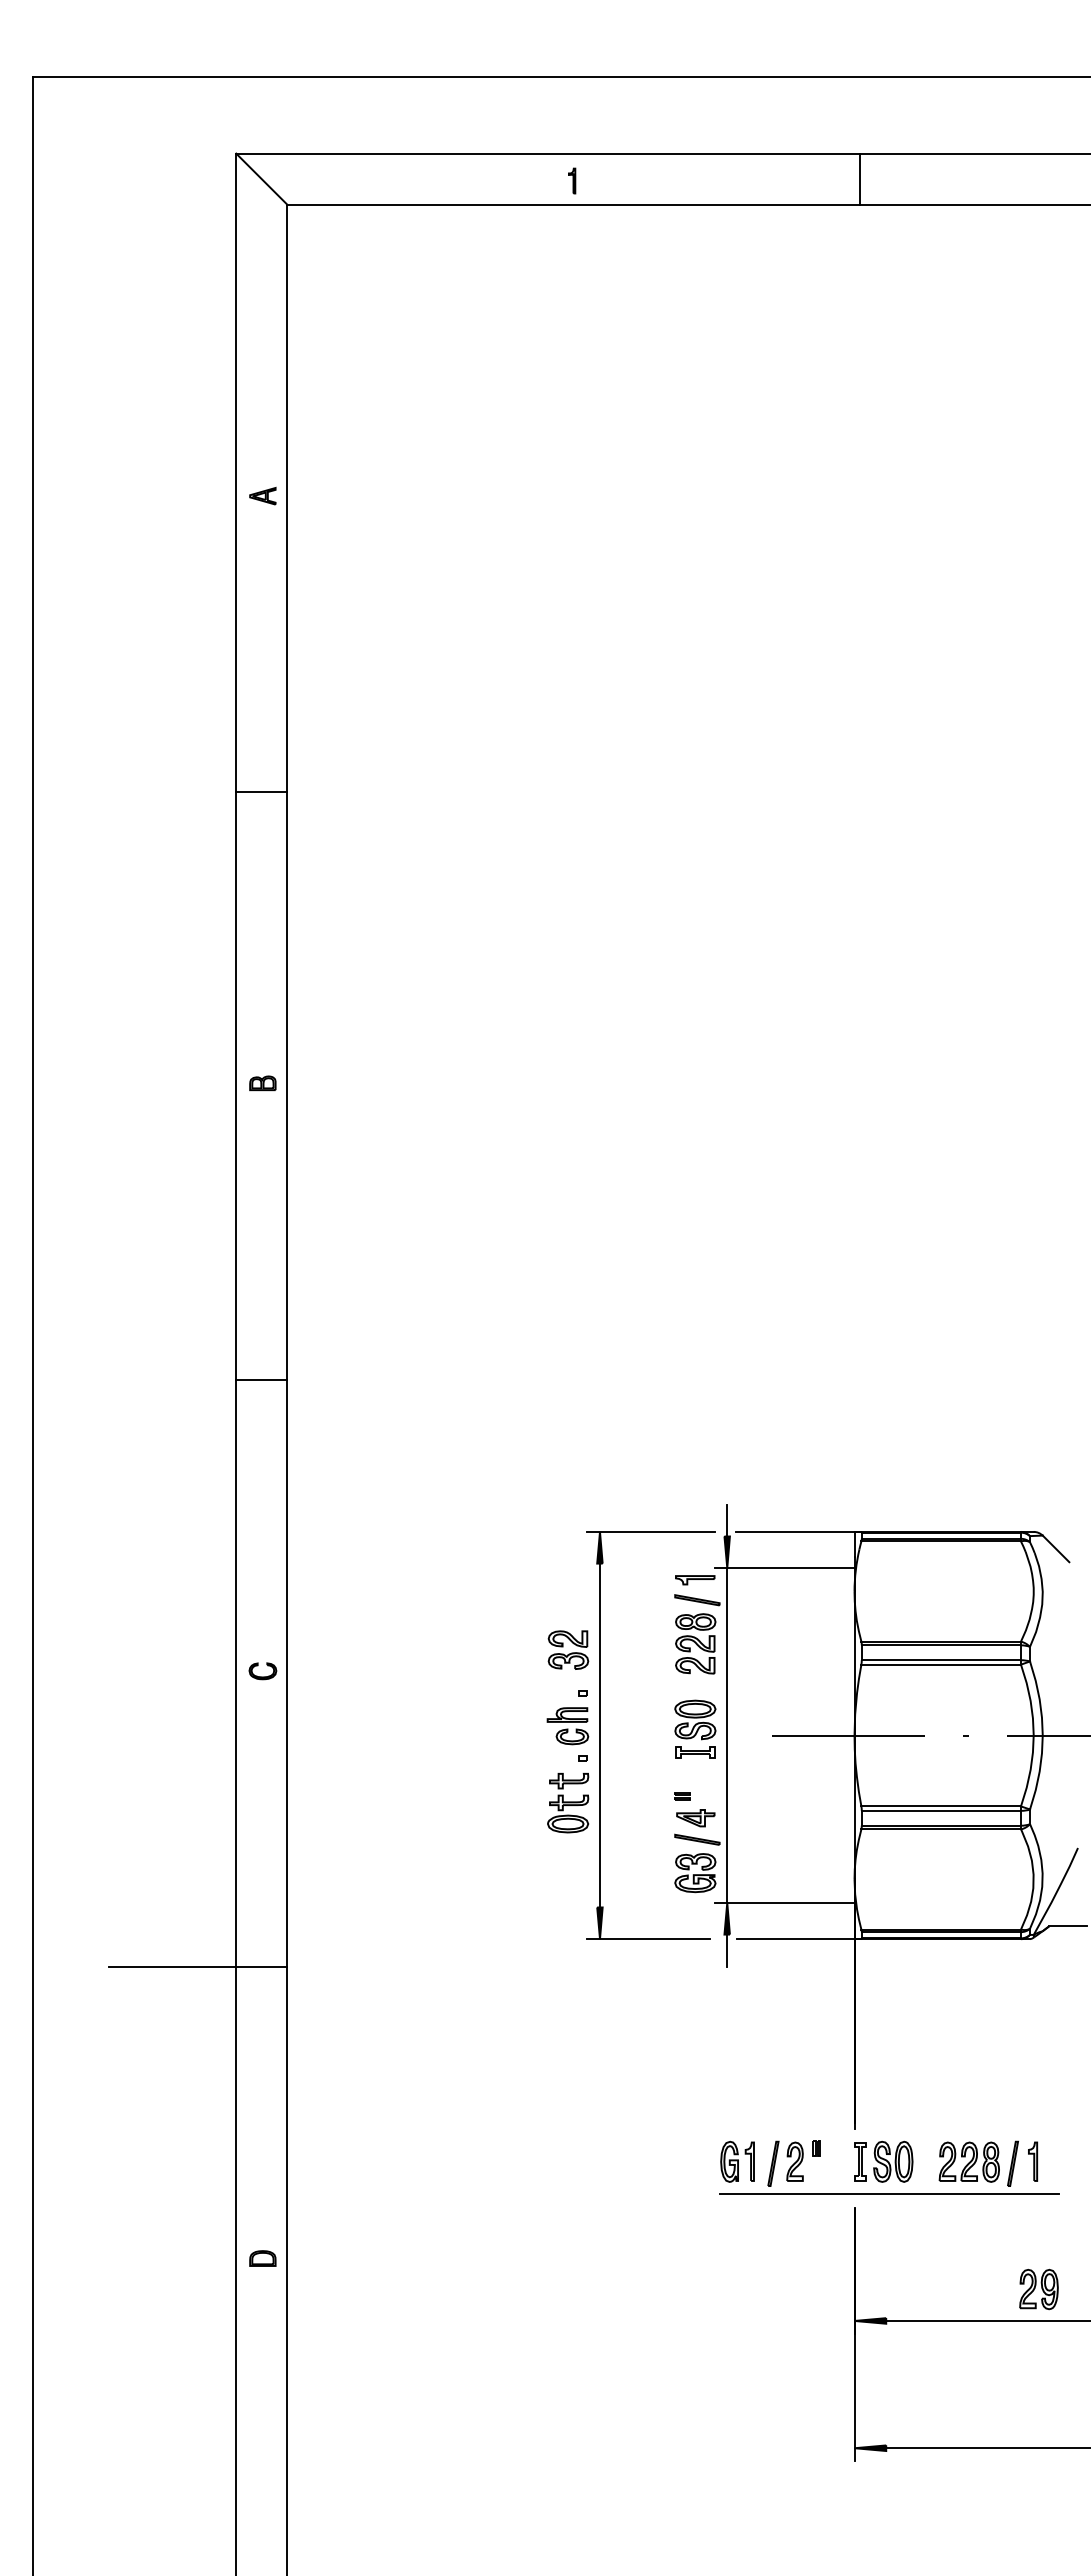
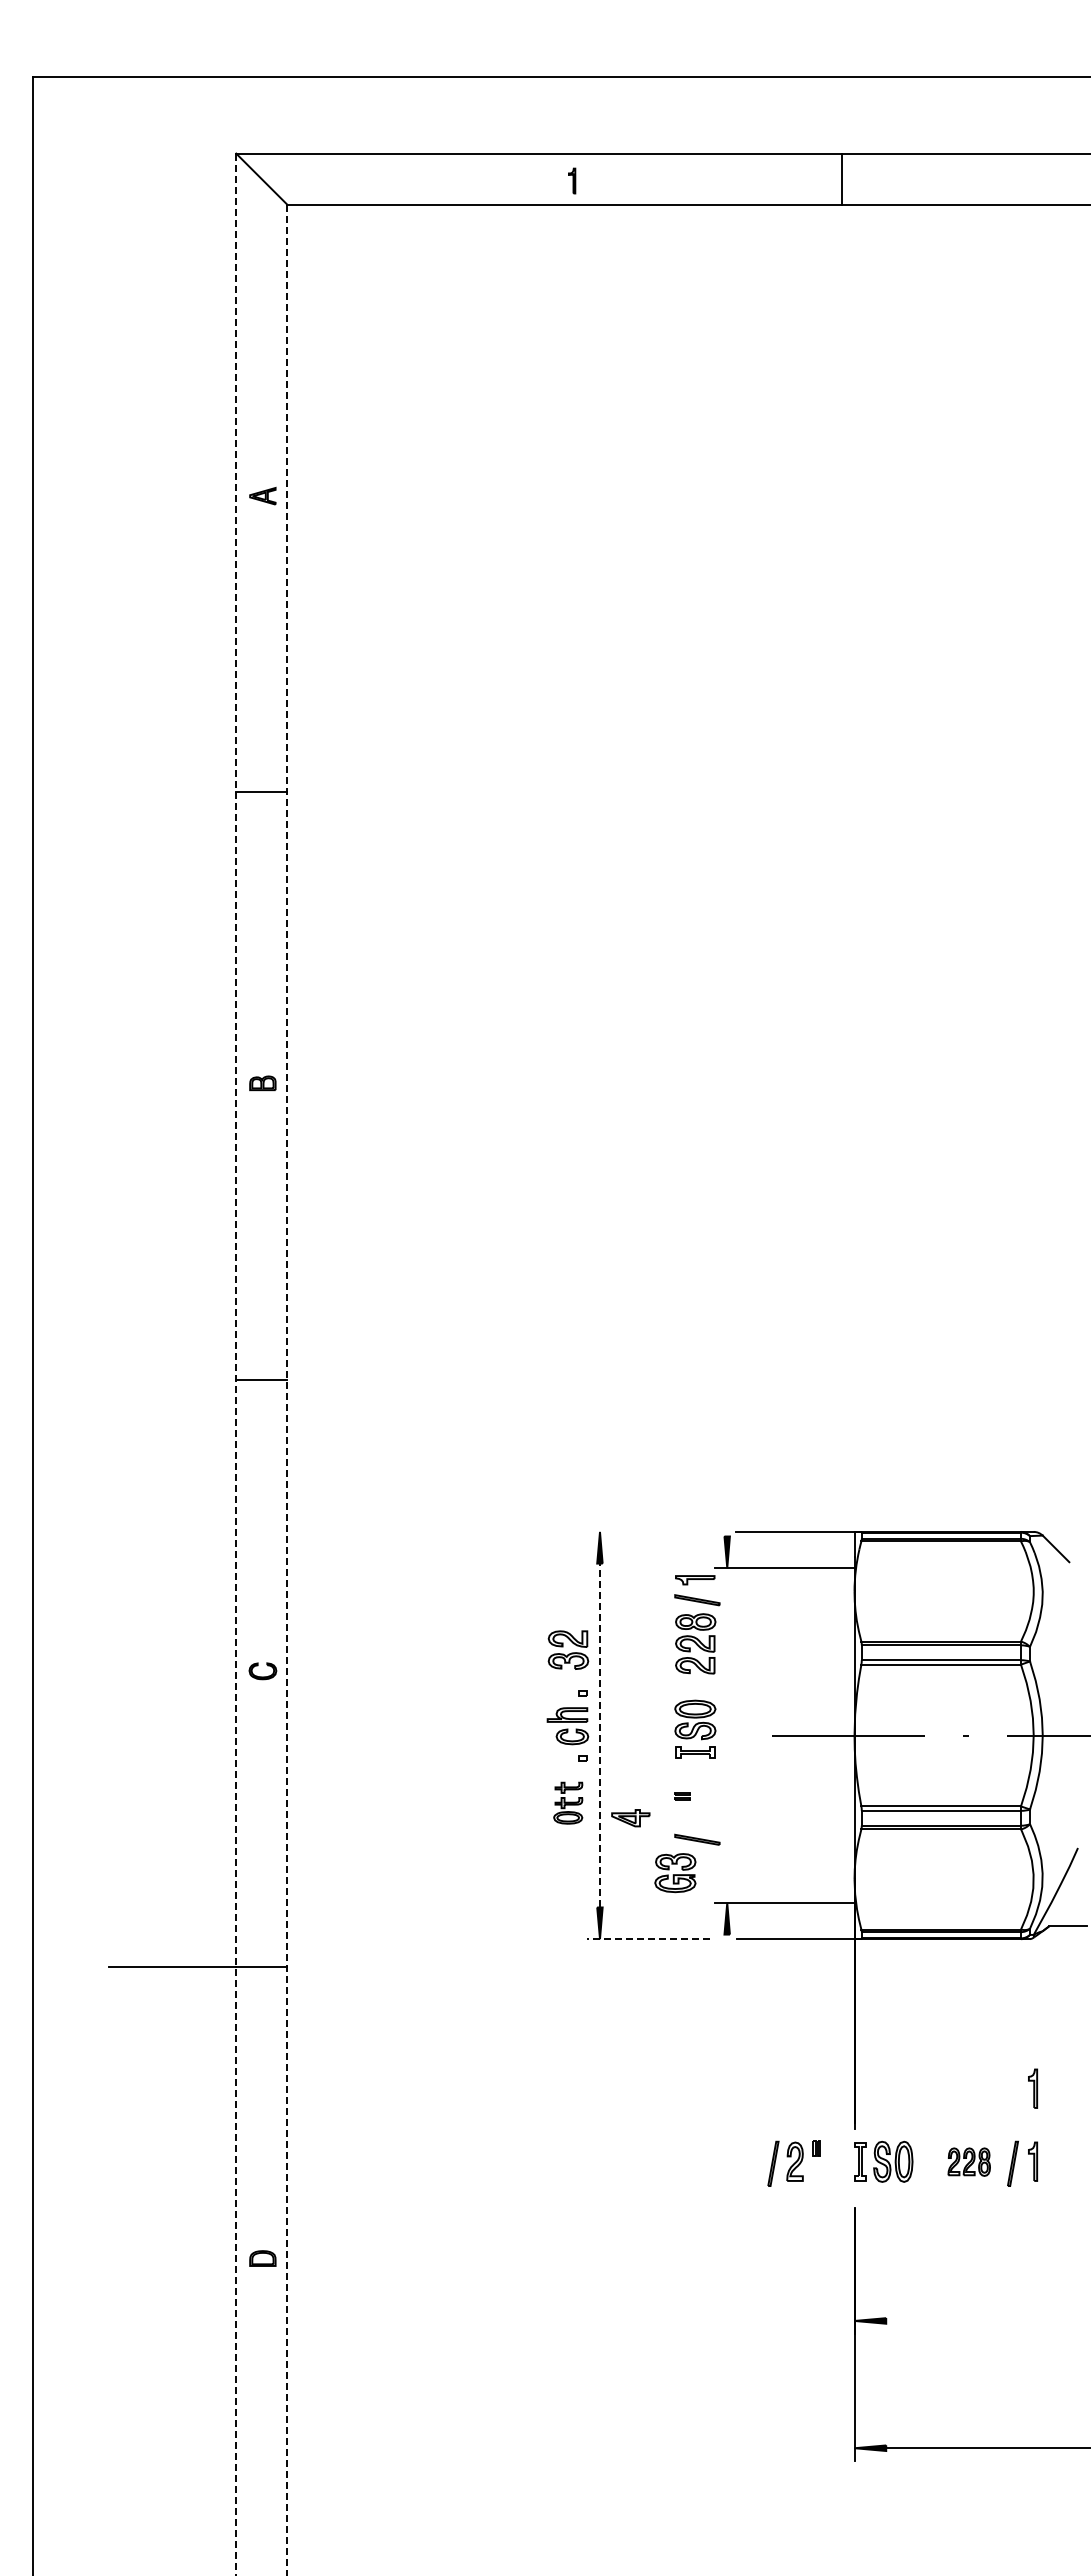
line at (859, 178) position: (859, 178) -> (841, 178)
line at (236, 1364): solid -> dashed
line at (287, 1390): solid -> dashed
line at (727, 1520): present -> none
line at (650, 1531): present -> none
line at (600, 1735): solid -> dashed
line at (727, 1735): present -> none
part at (568, 1803) size: 43x61 px -> 31x44 px
part at (695, 1818) position: (695, 1818) -> (630, 1818)
part at (695, 1873) position: (695, 1873) -> (675, 1873)
line at (648, 1939): solid -> dashed
line at (727, 1950): present -> none
part at (1033, 2088): none -> present
part at (737, 2161): present -> none
part at (968, 2161) size: 62x42 px -> 44x30 px
line at (888, 2193): present -> none
part at (1038, 2289): present -> none
line at (986, 2320): present -> none
